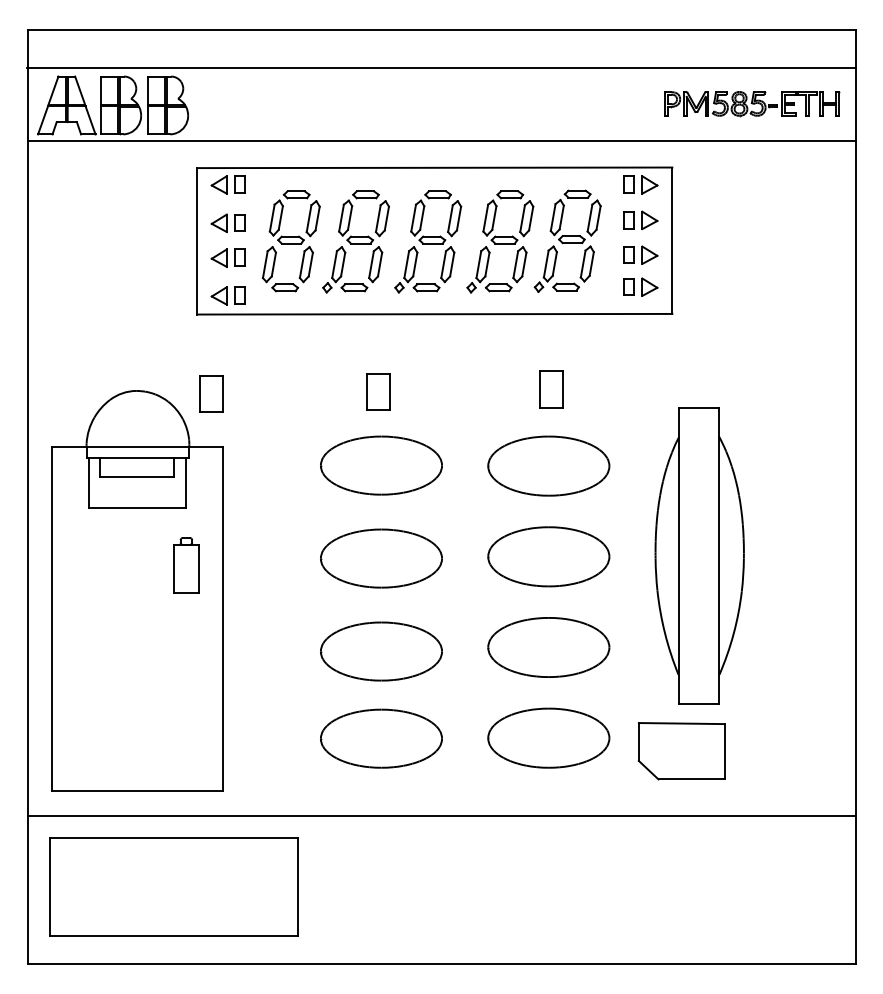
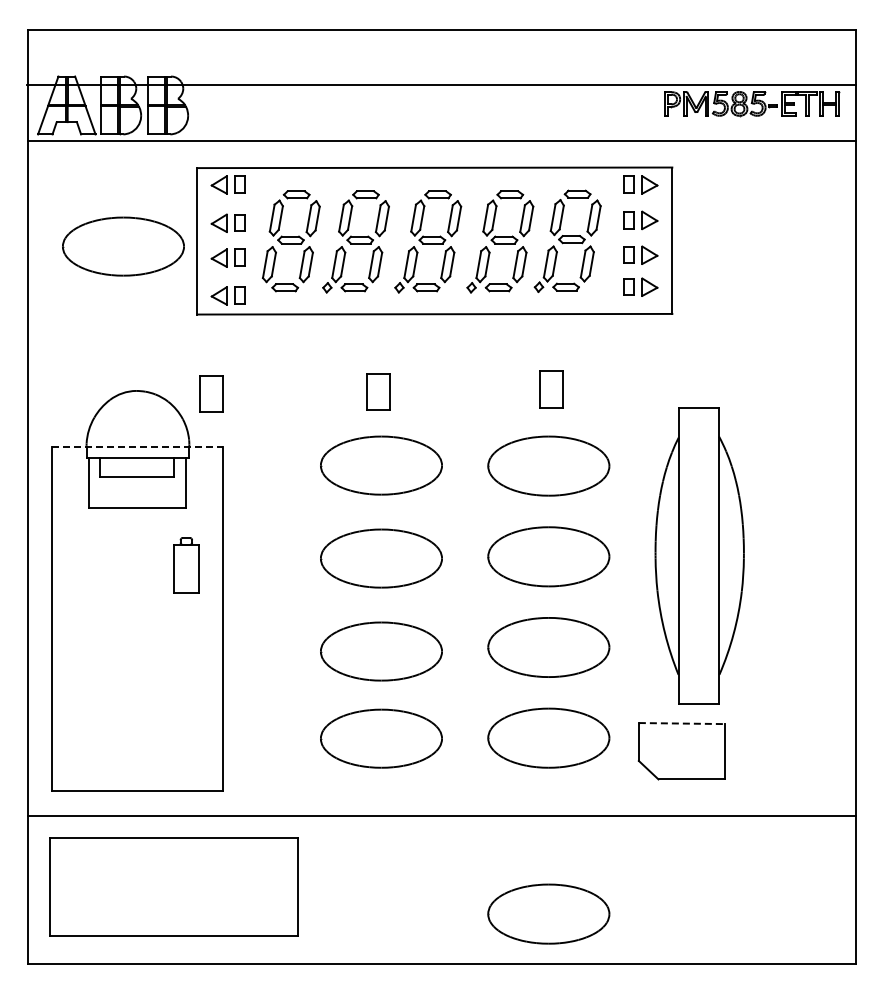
line at (441, 67) position: (441, 67) -> (441, 84)
part at (123, 246): none -> present
line at (137, 446): solid -> dashed
line at (681, 723): solid -> dashed
part at (548, 913): none -> present
